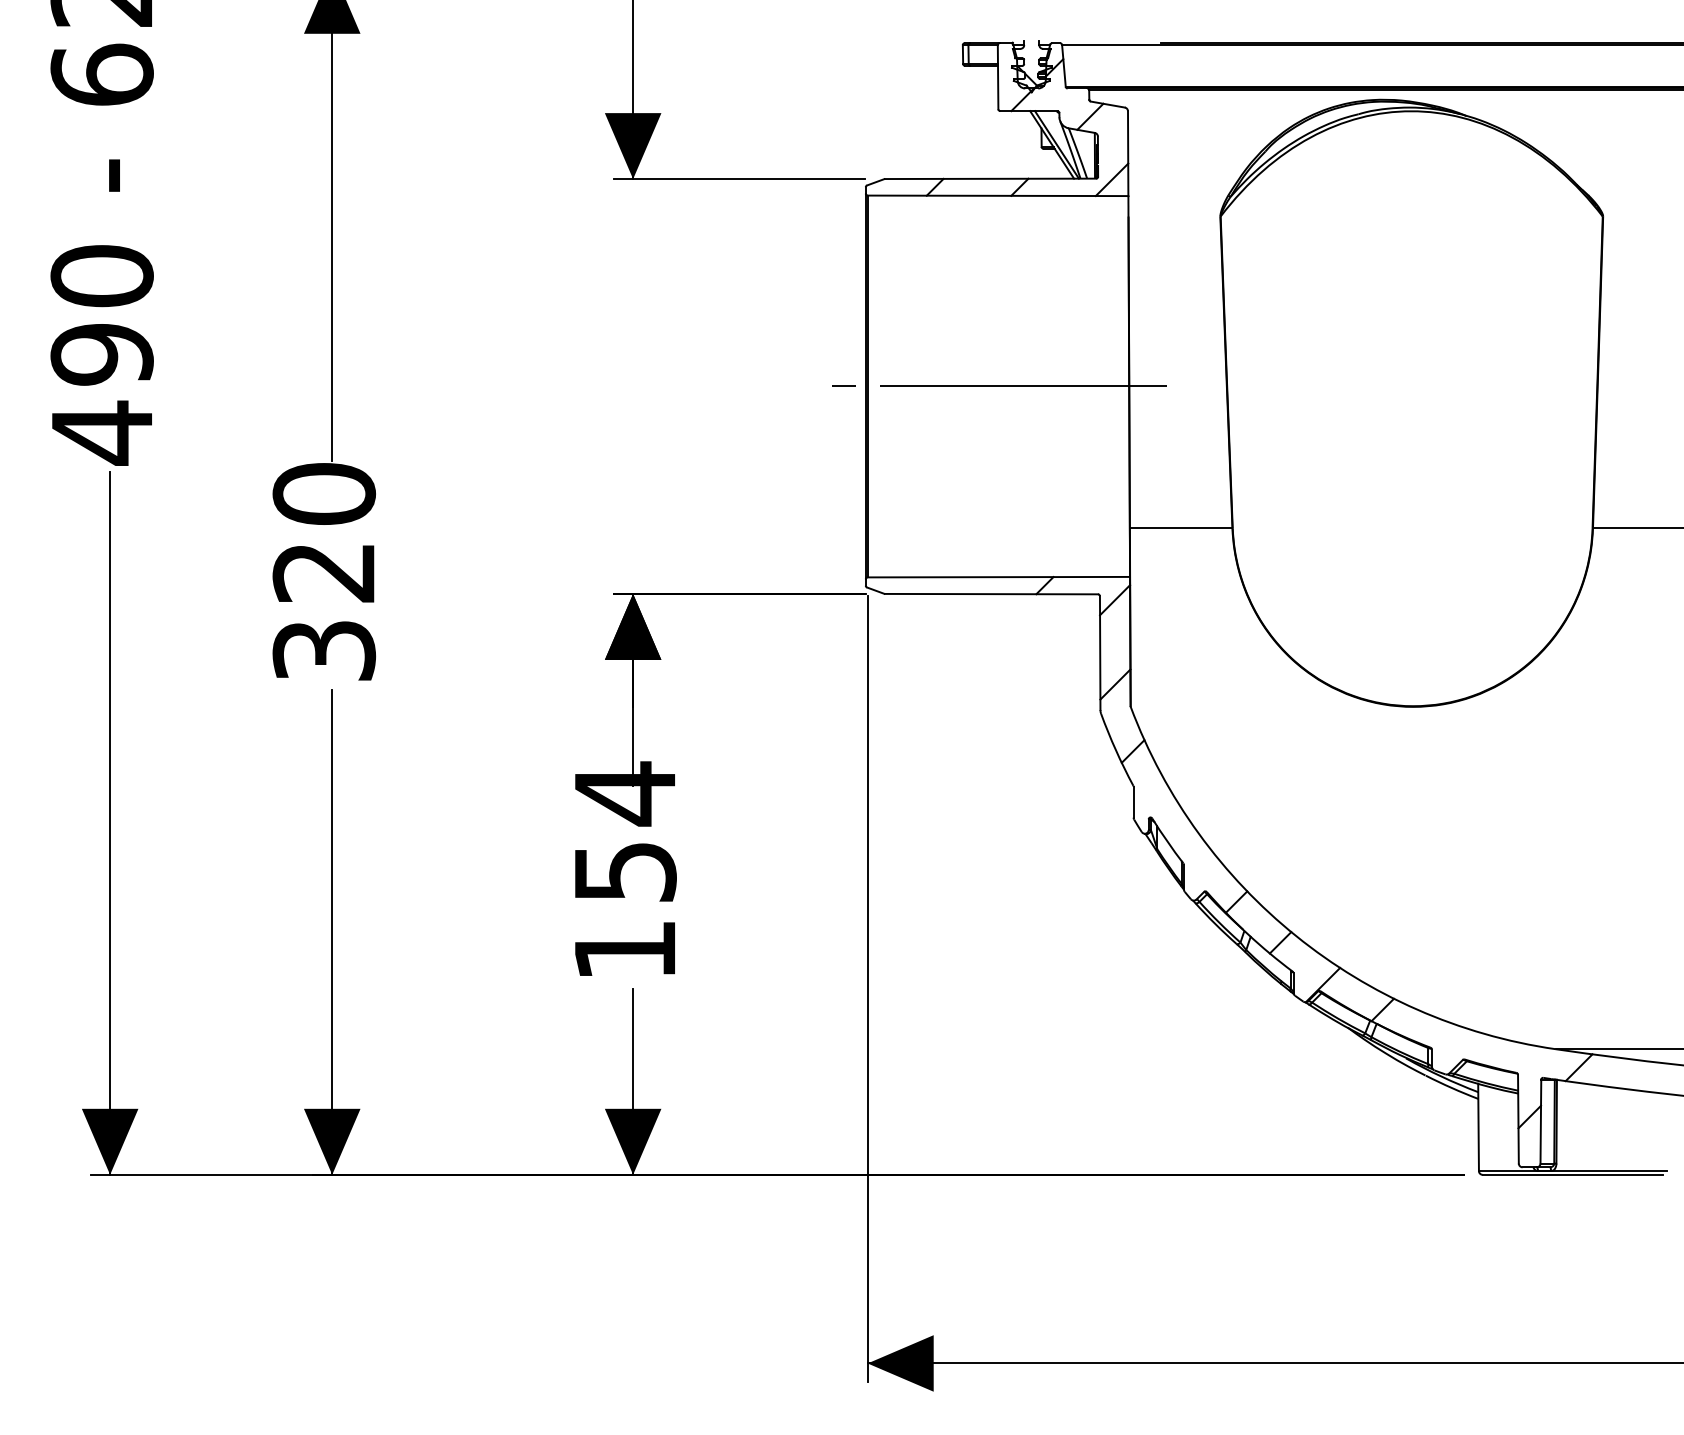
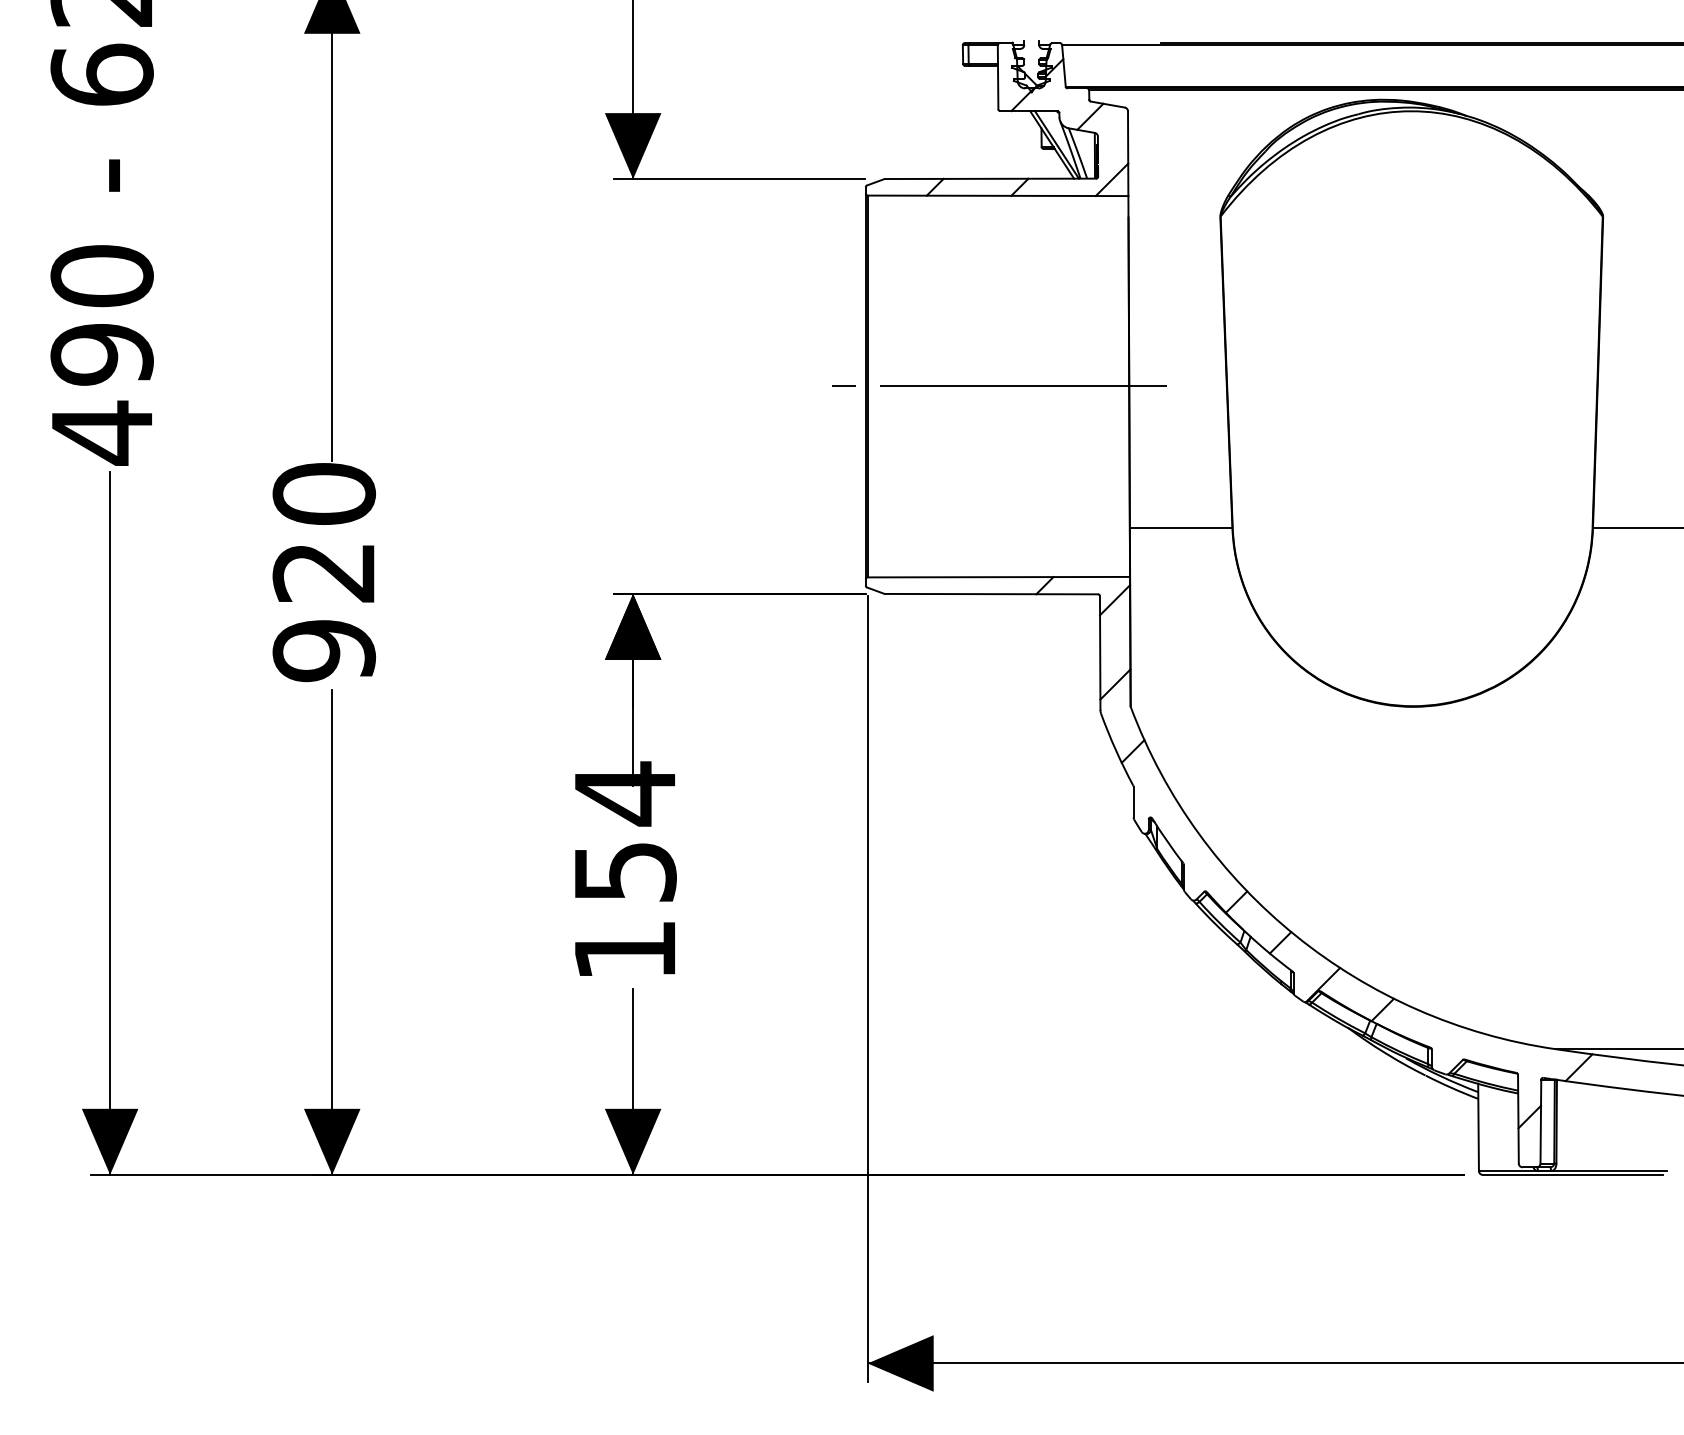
text at (323, 651): 320 -> 920
